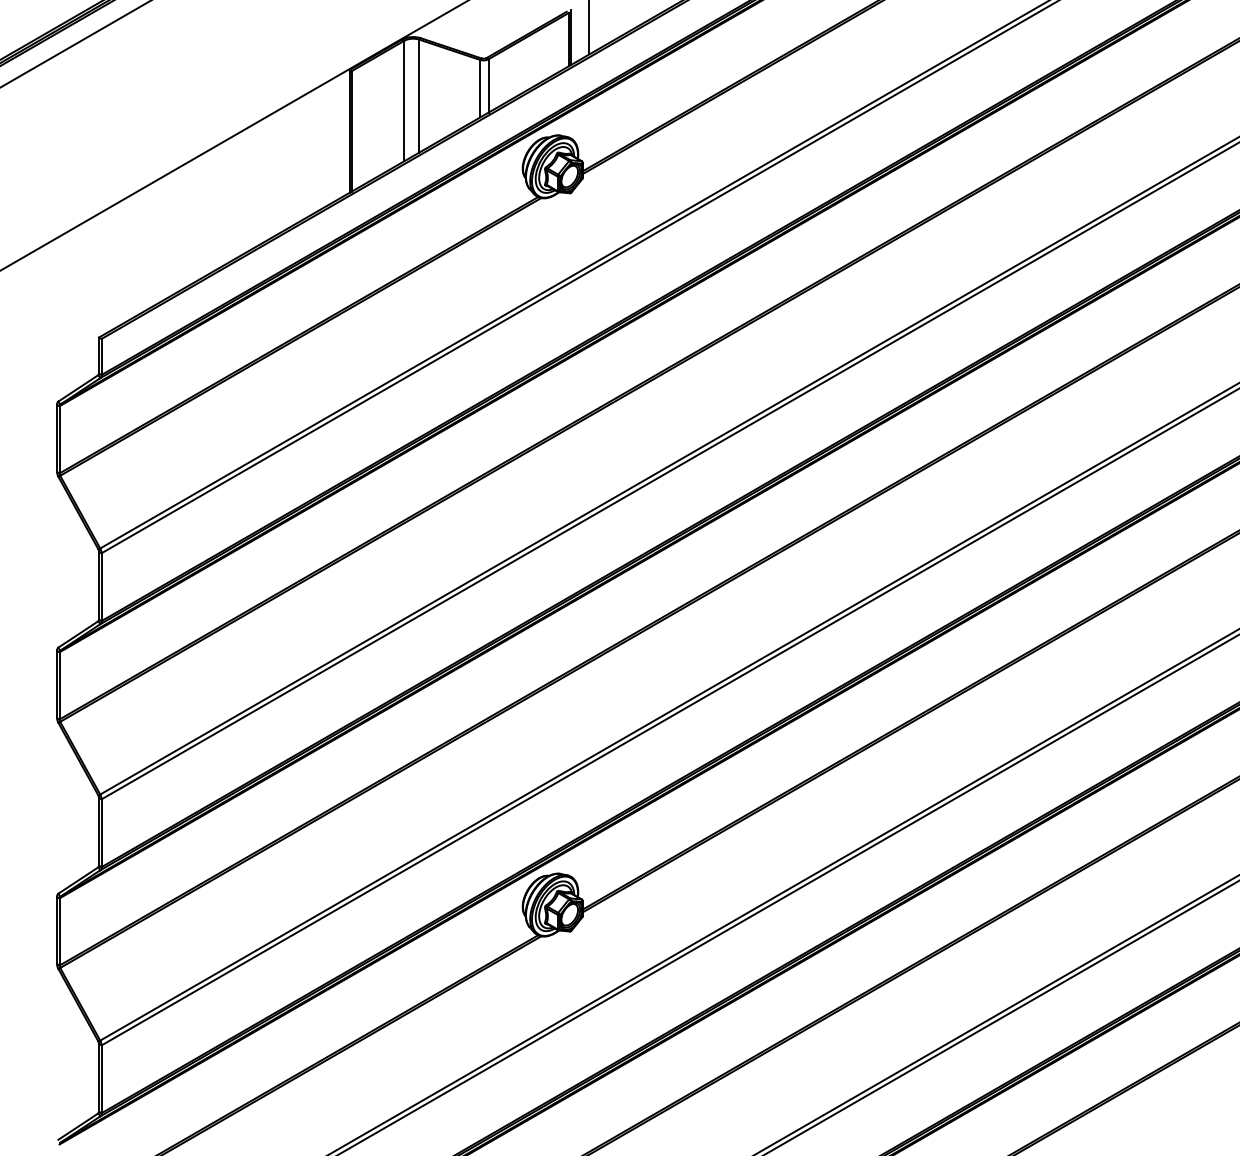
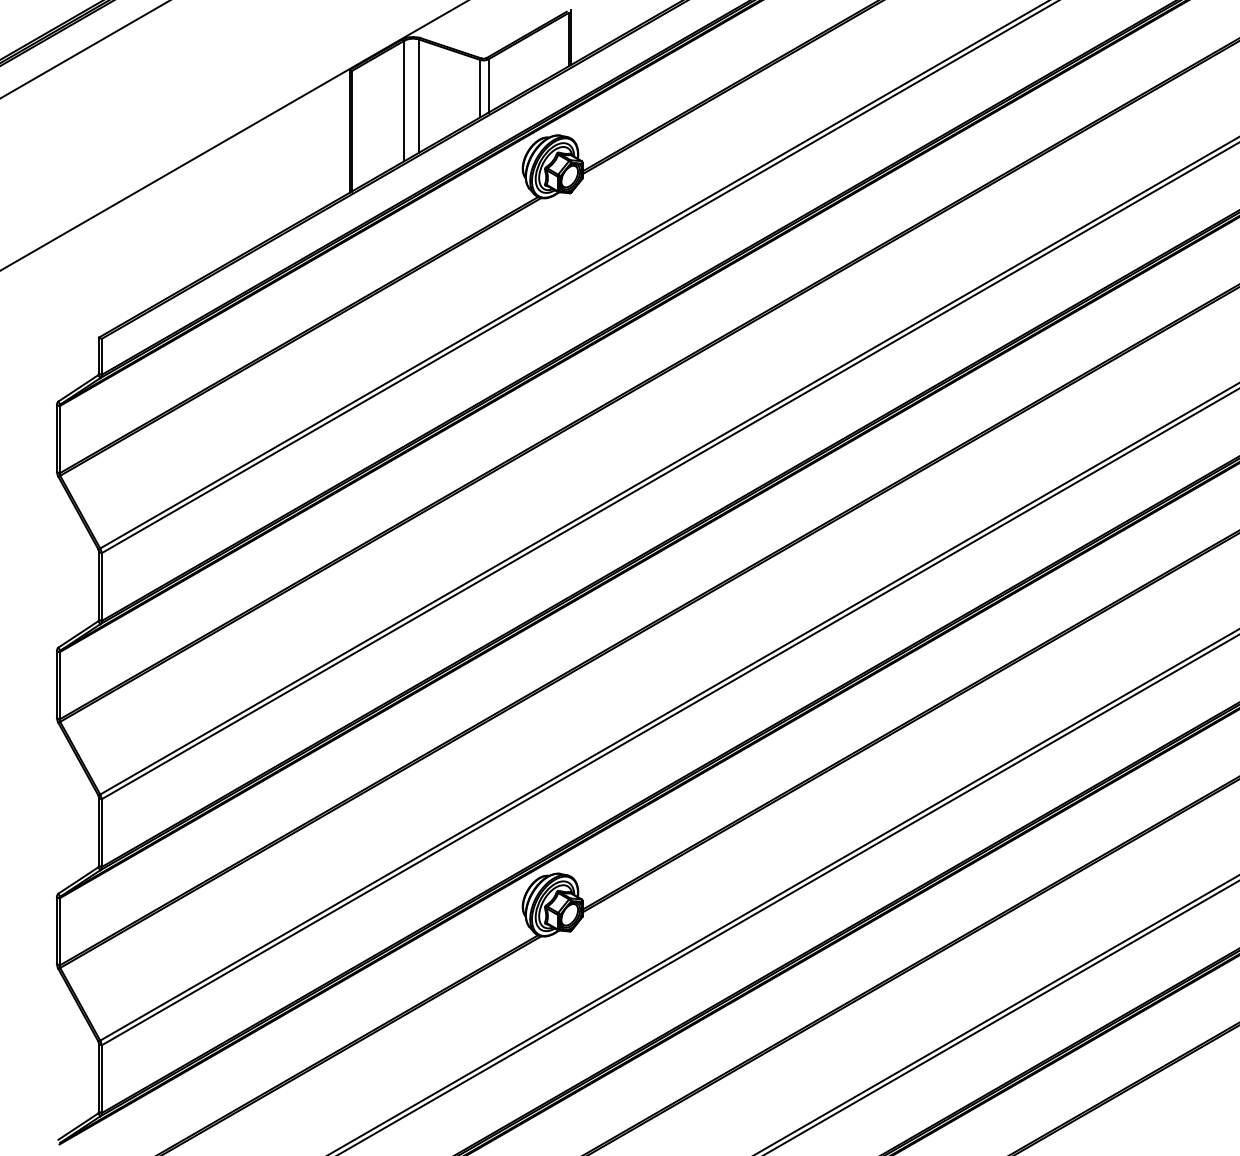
line at (589, 28): present -> none
line at (75, 44) position: (75, 44) -> (84, 49)
